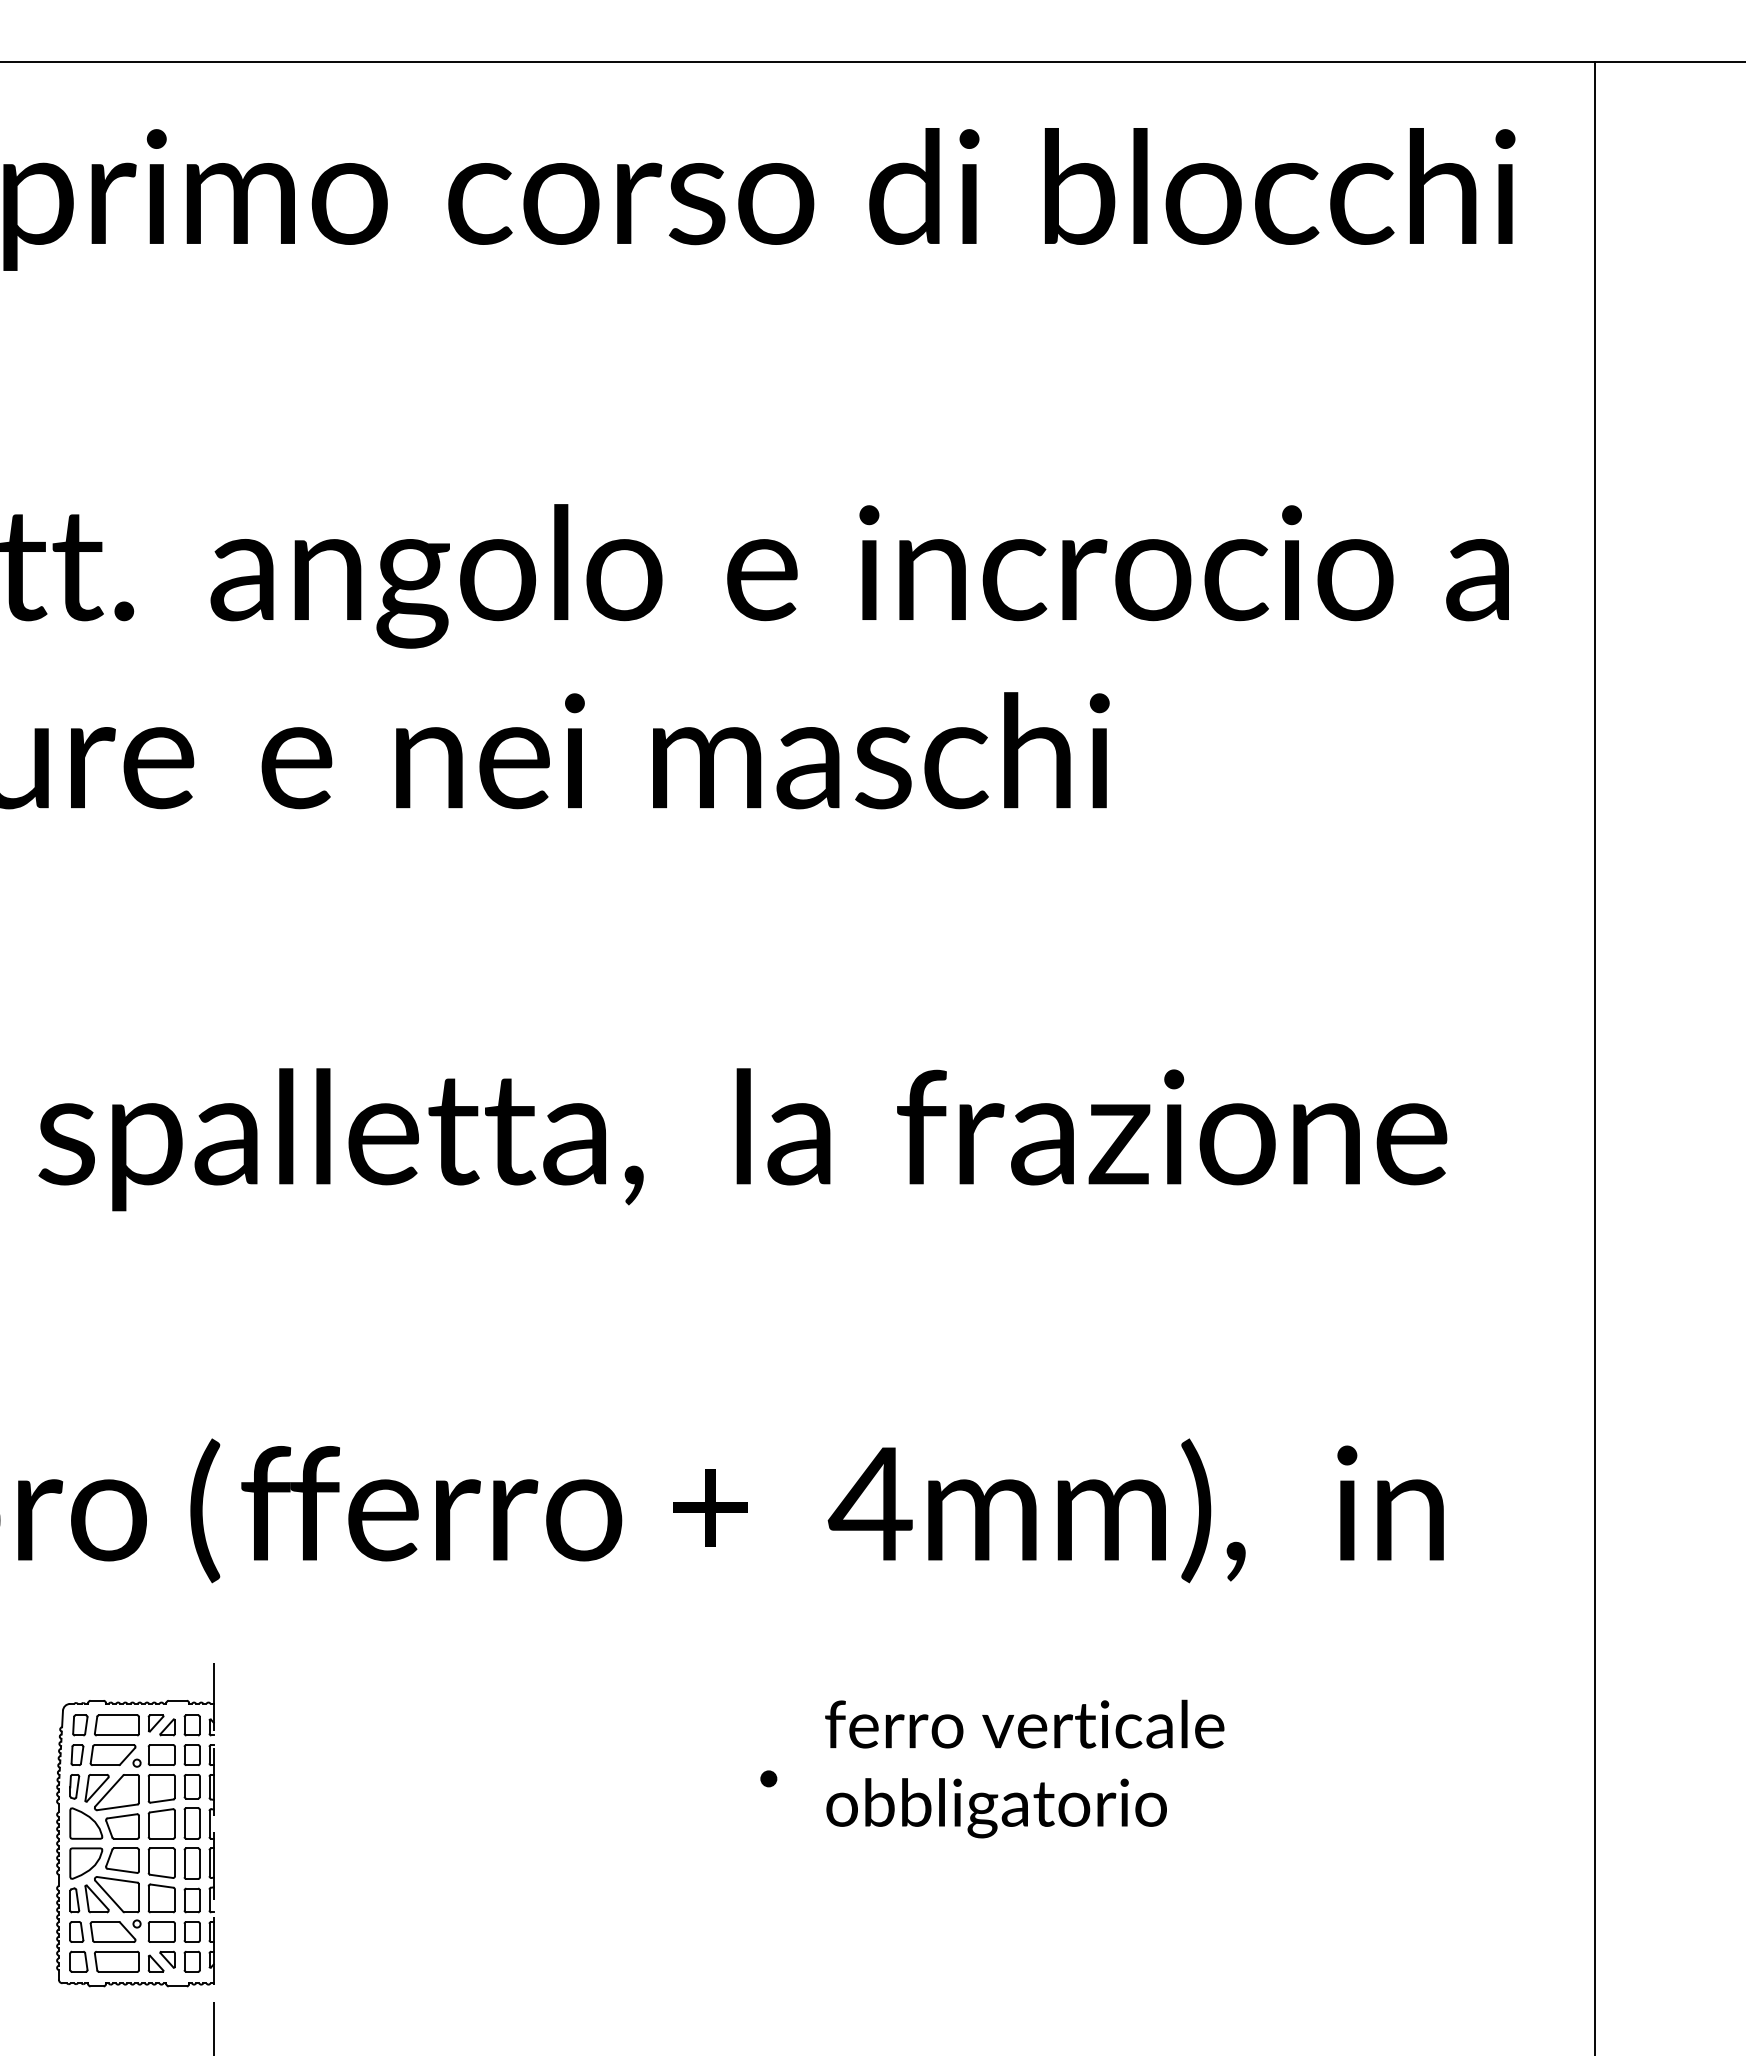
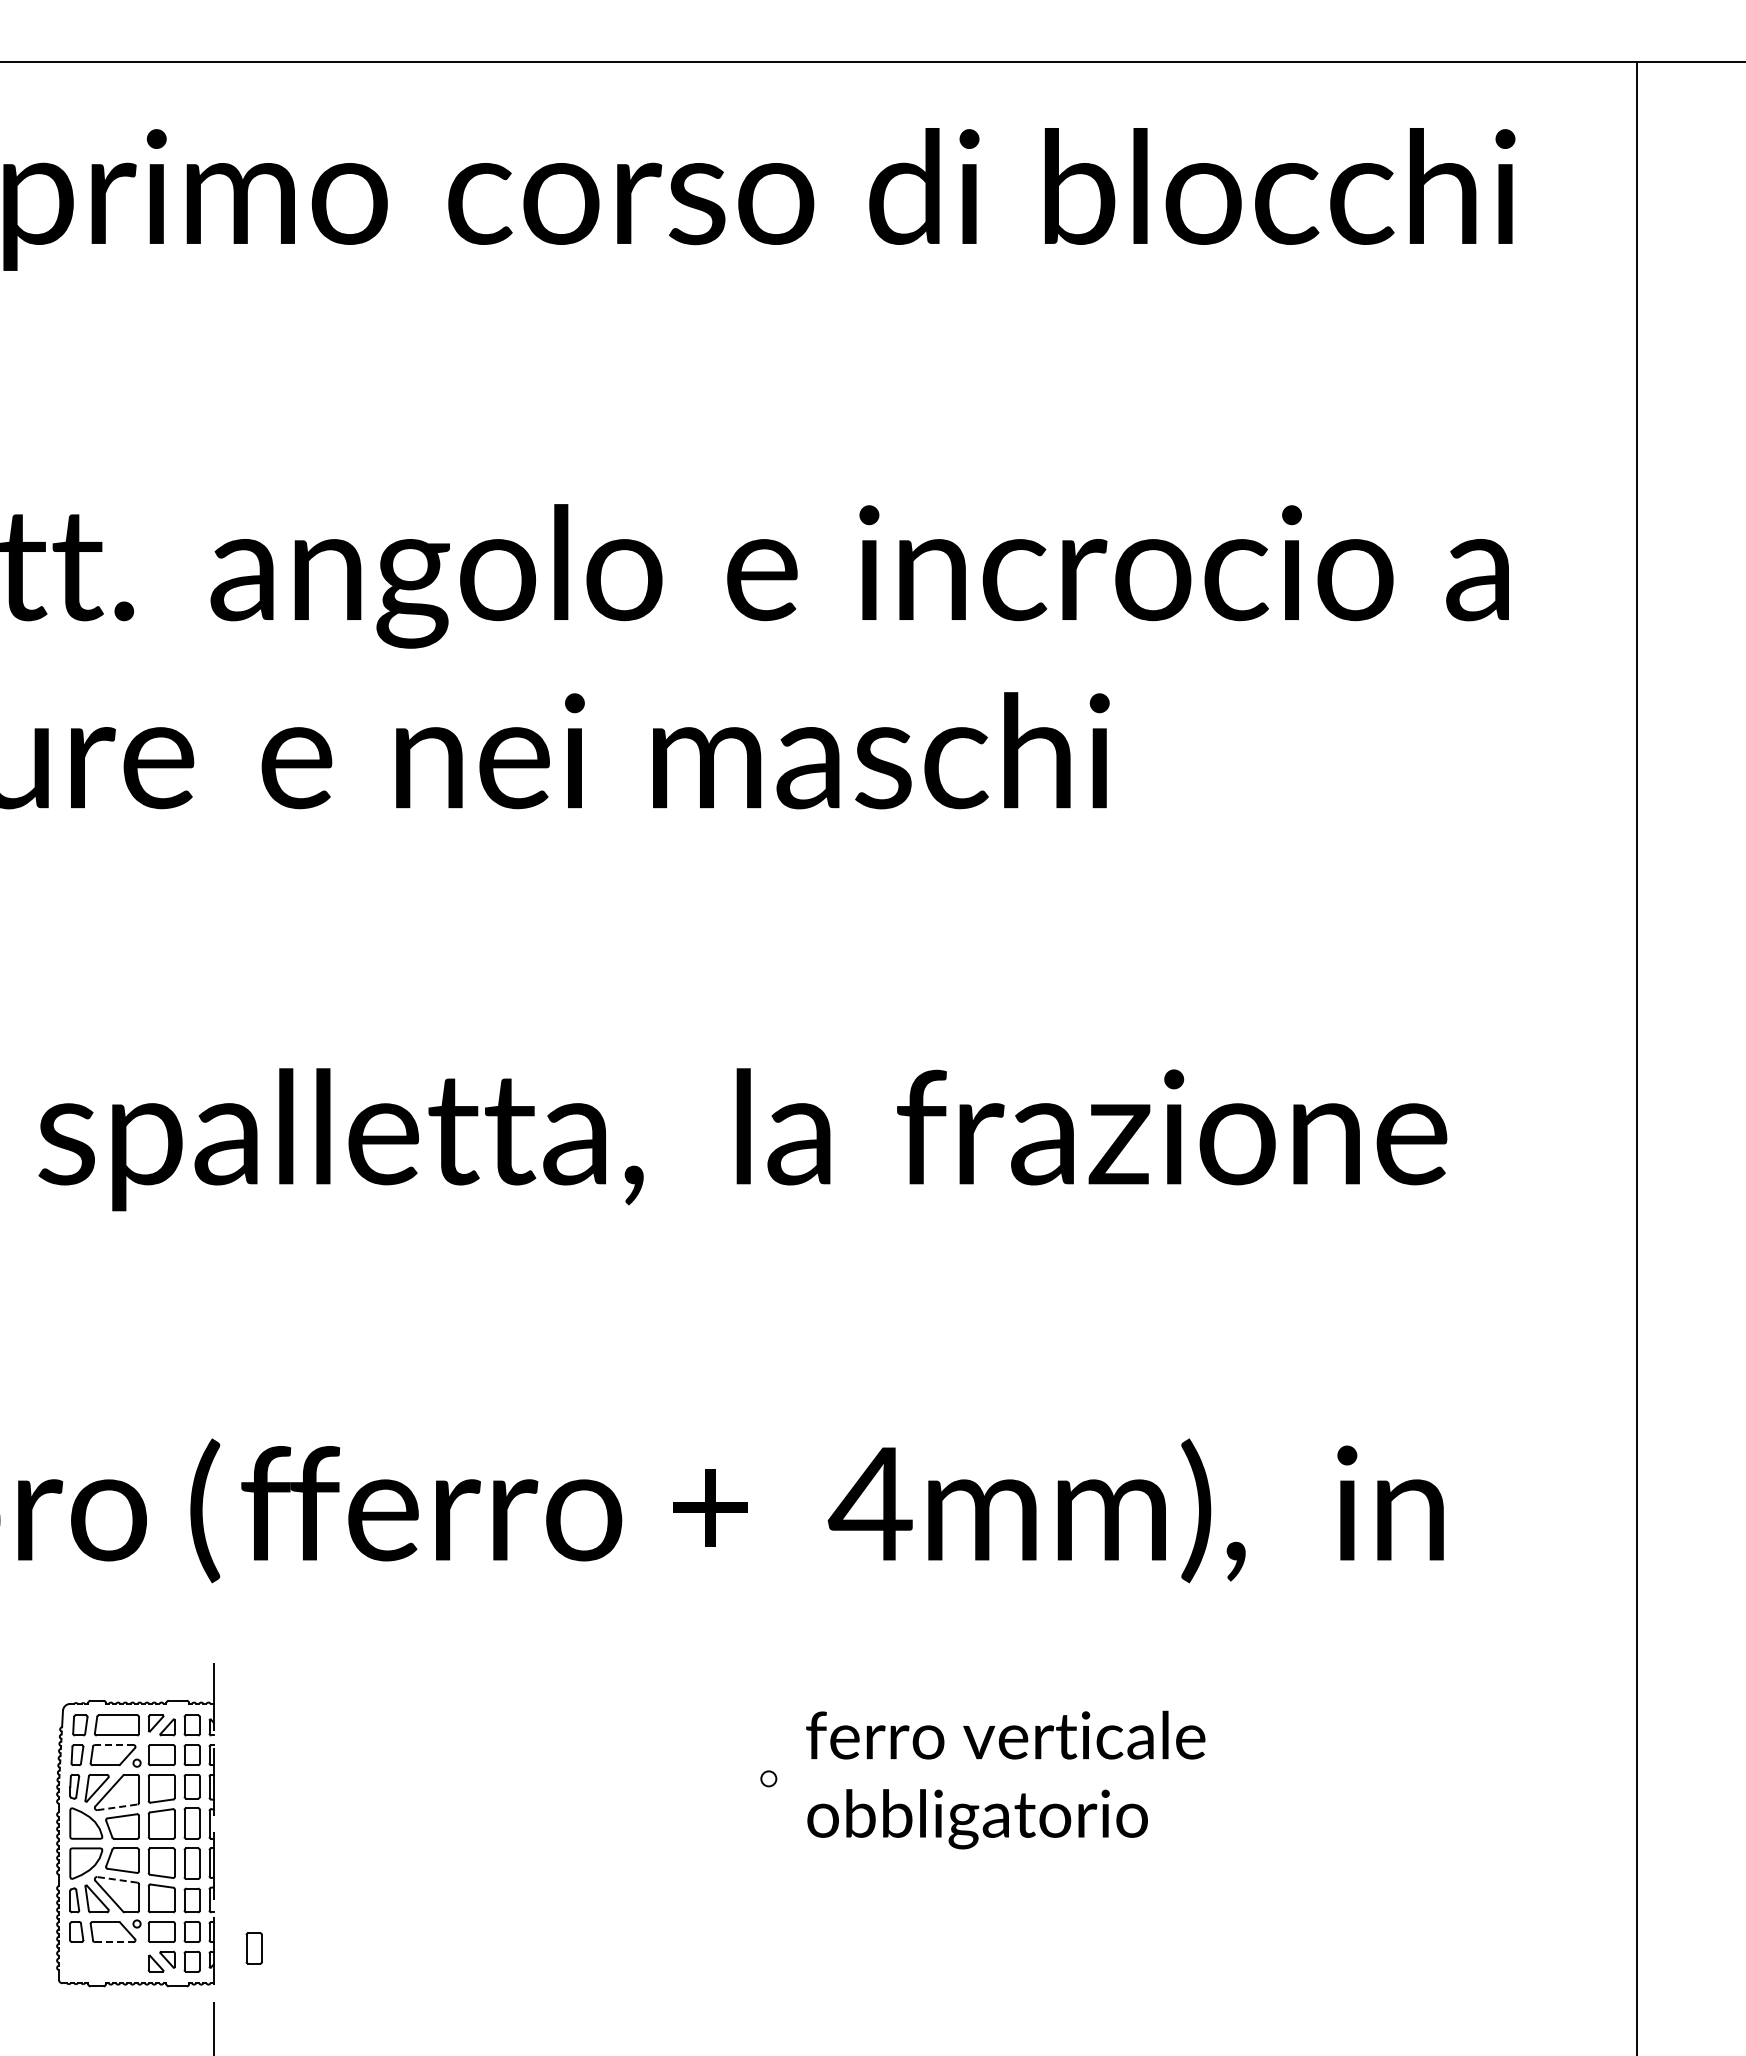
line at (1594, 1056) position: (1594, 1056) -> (1636, 1056)
line at (113, 1745): solid -> dashed
text at (1024, 1768) position: (1024, 1768) -> (1005, 1779)
fill at (768, 1778): present -> none
line at (117, 1807): solid -> dashed
line at (116, 1879): solid -> dashed
line at (114, 1942): solid -> dashed
part at (253, 1948): none -> present
part at (104, 1961): present -> none
